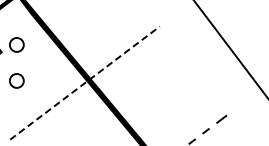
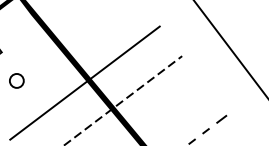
circle at (16, 44): present -> none
line at (85, 83): dashed -> solid
line at (124, 99): none -> present
